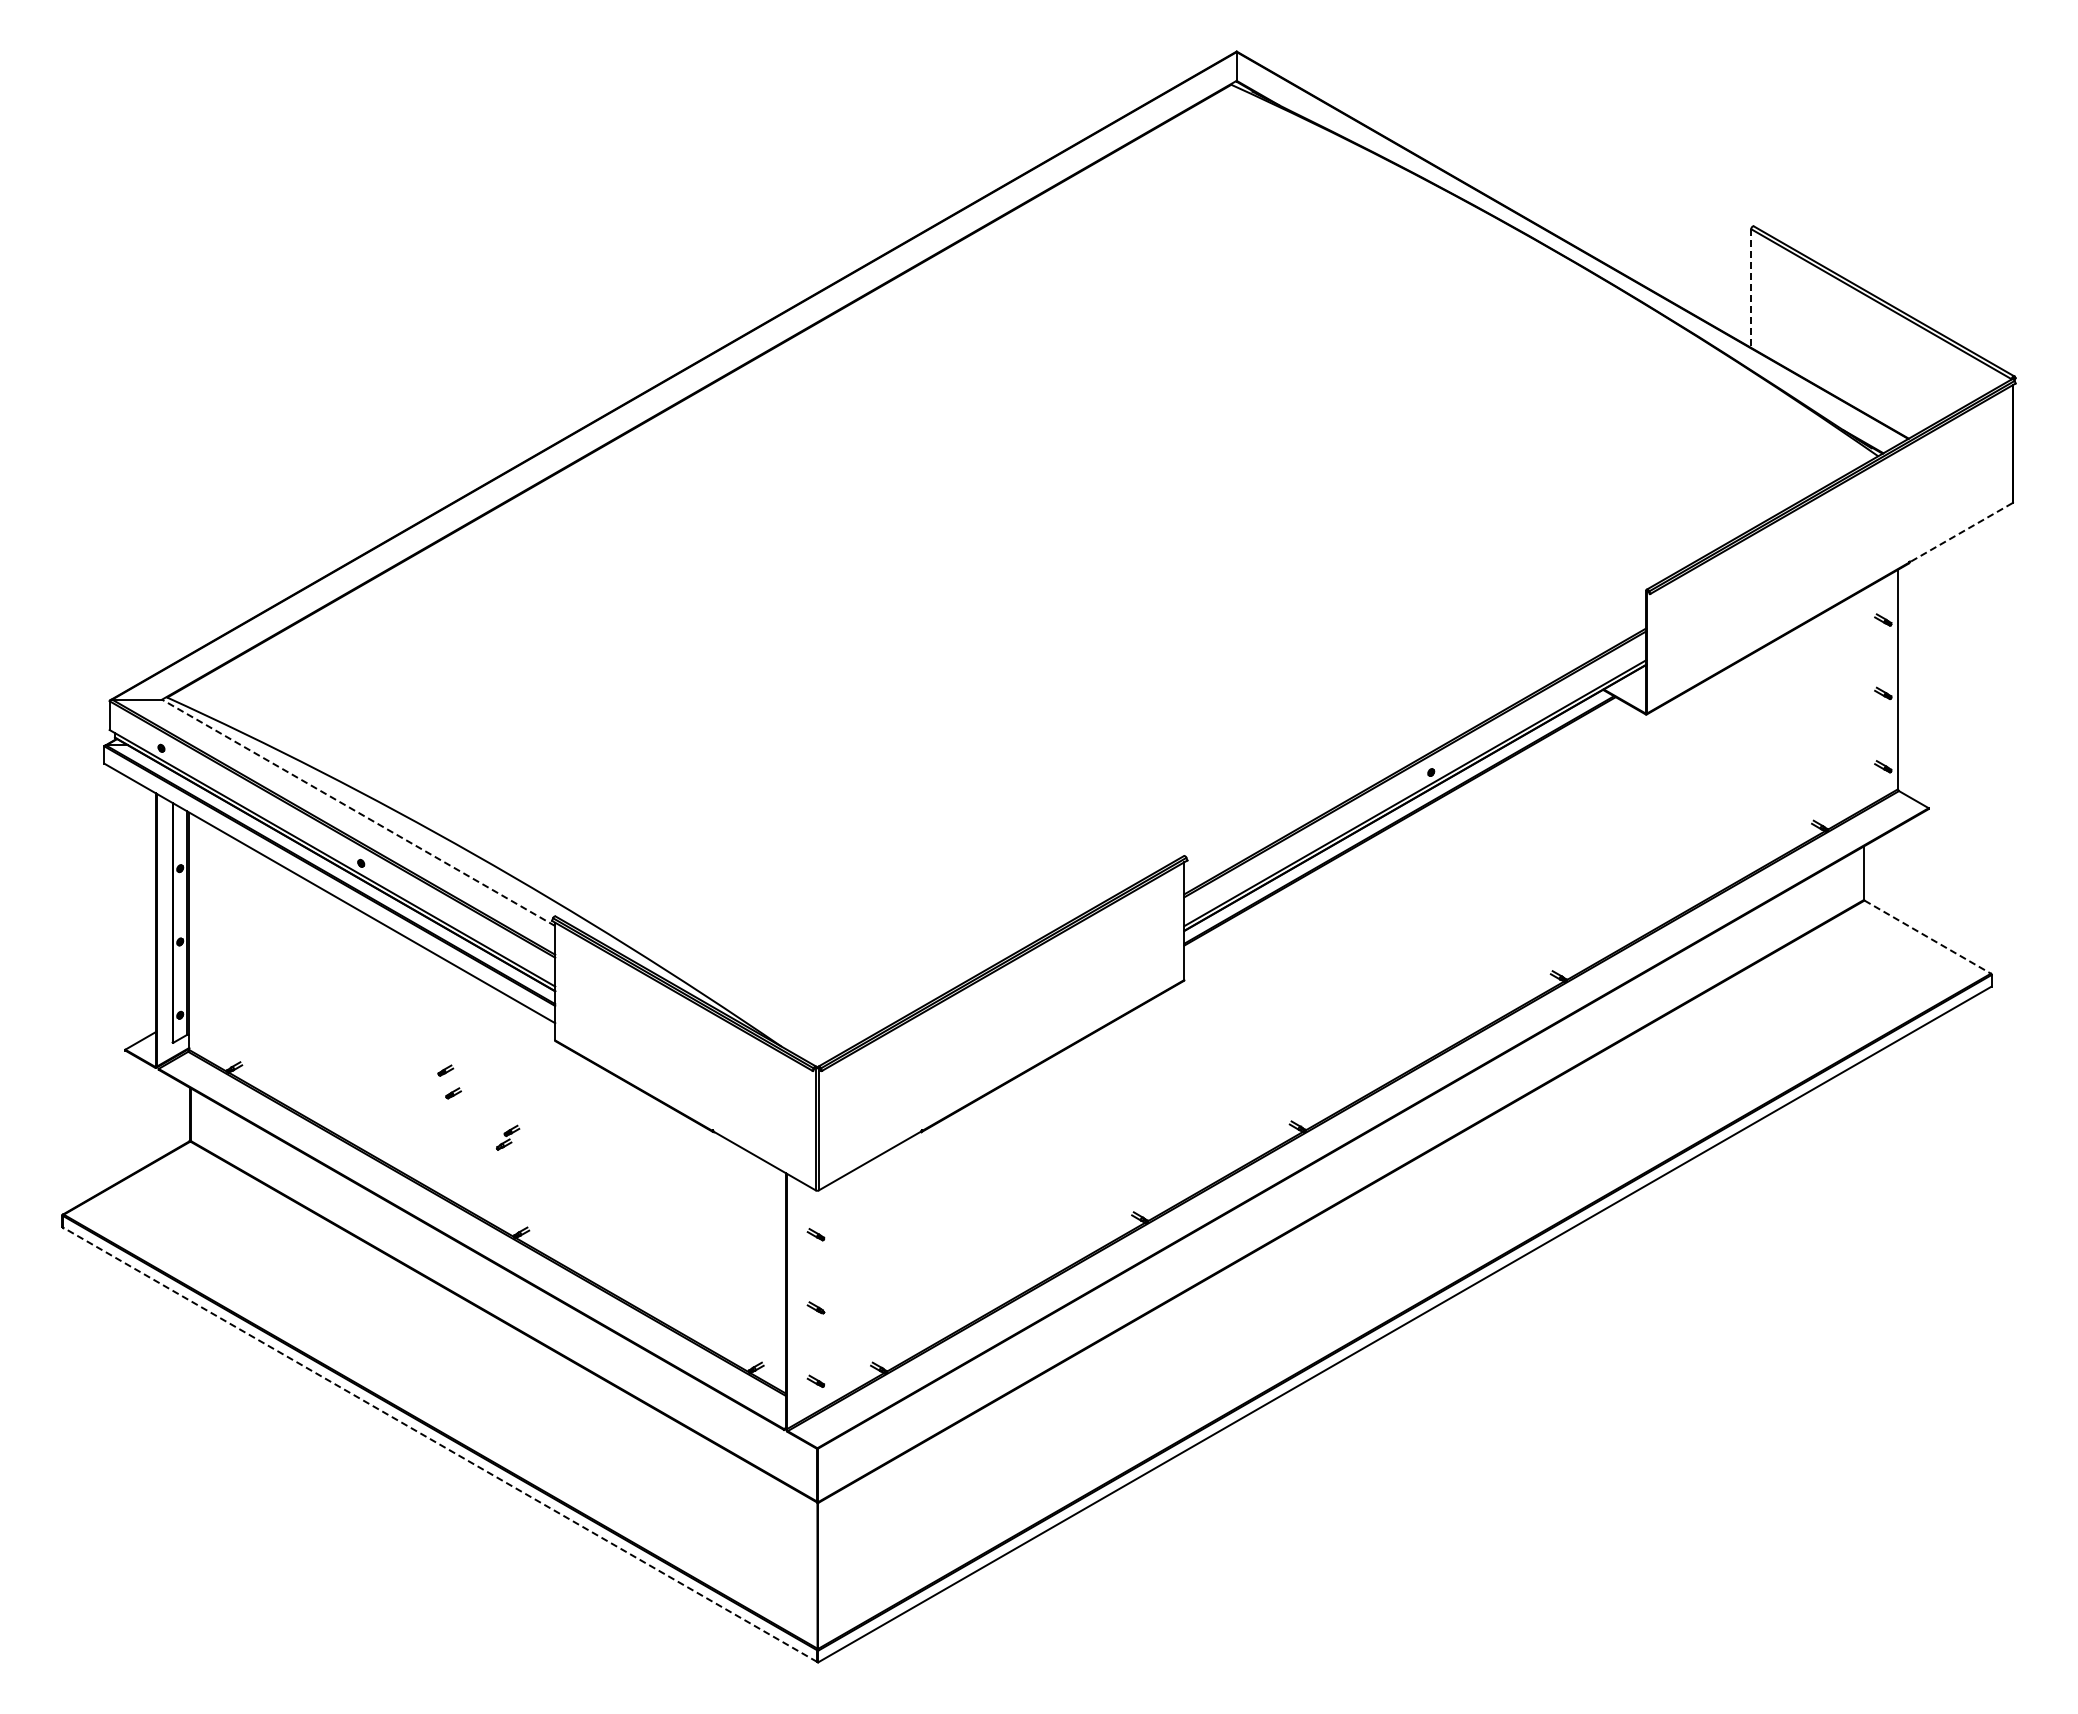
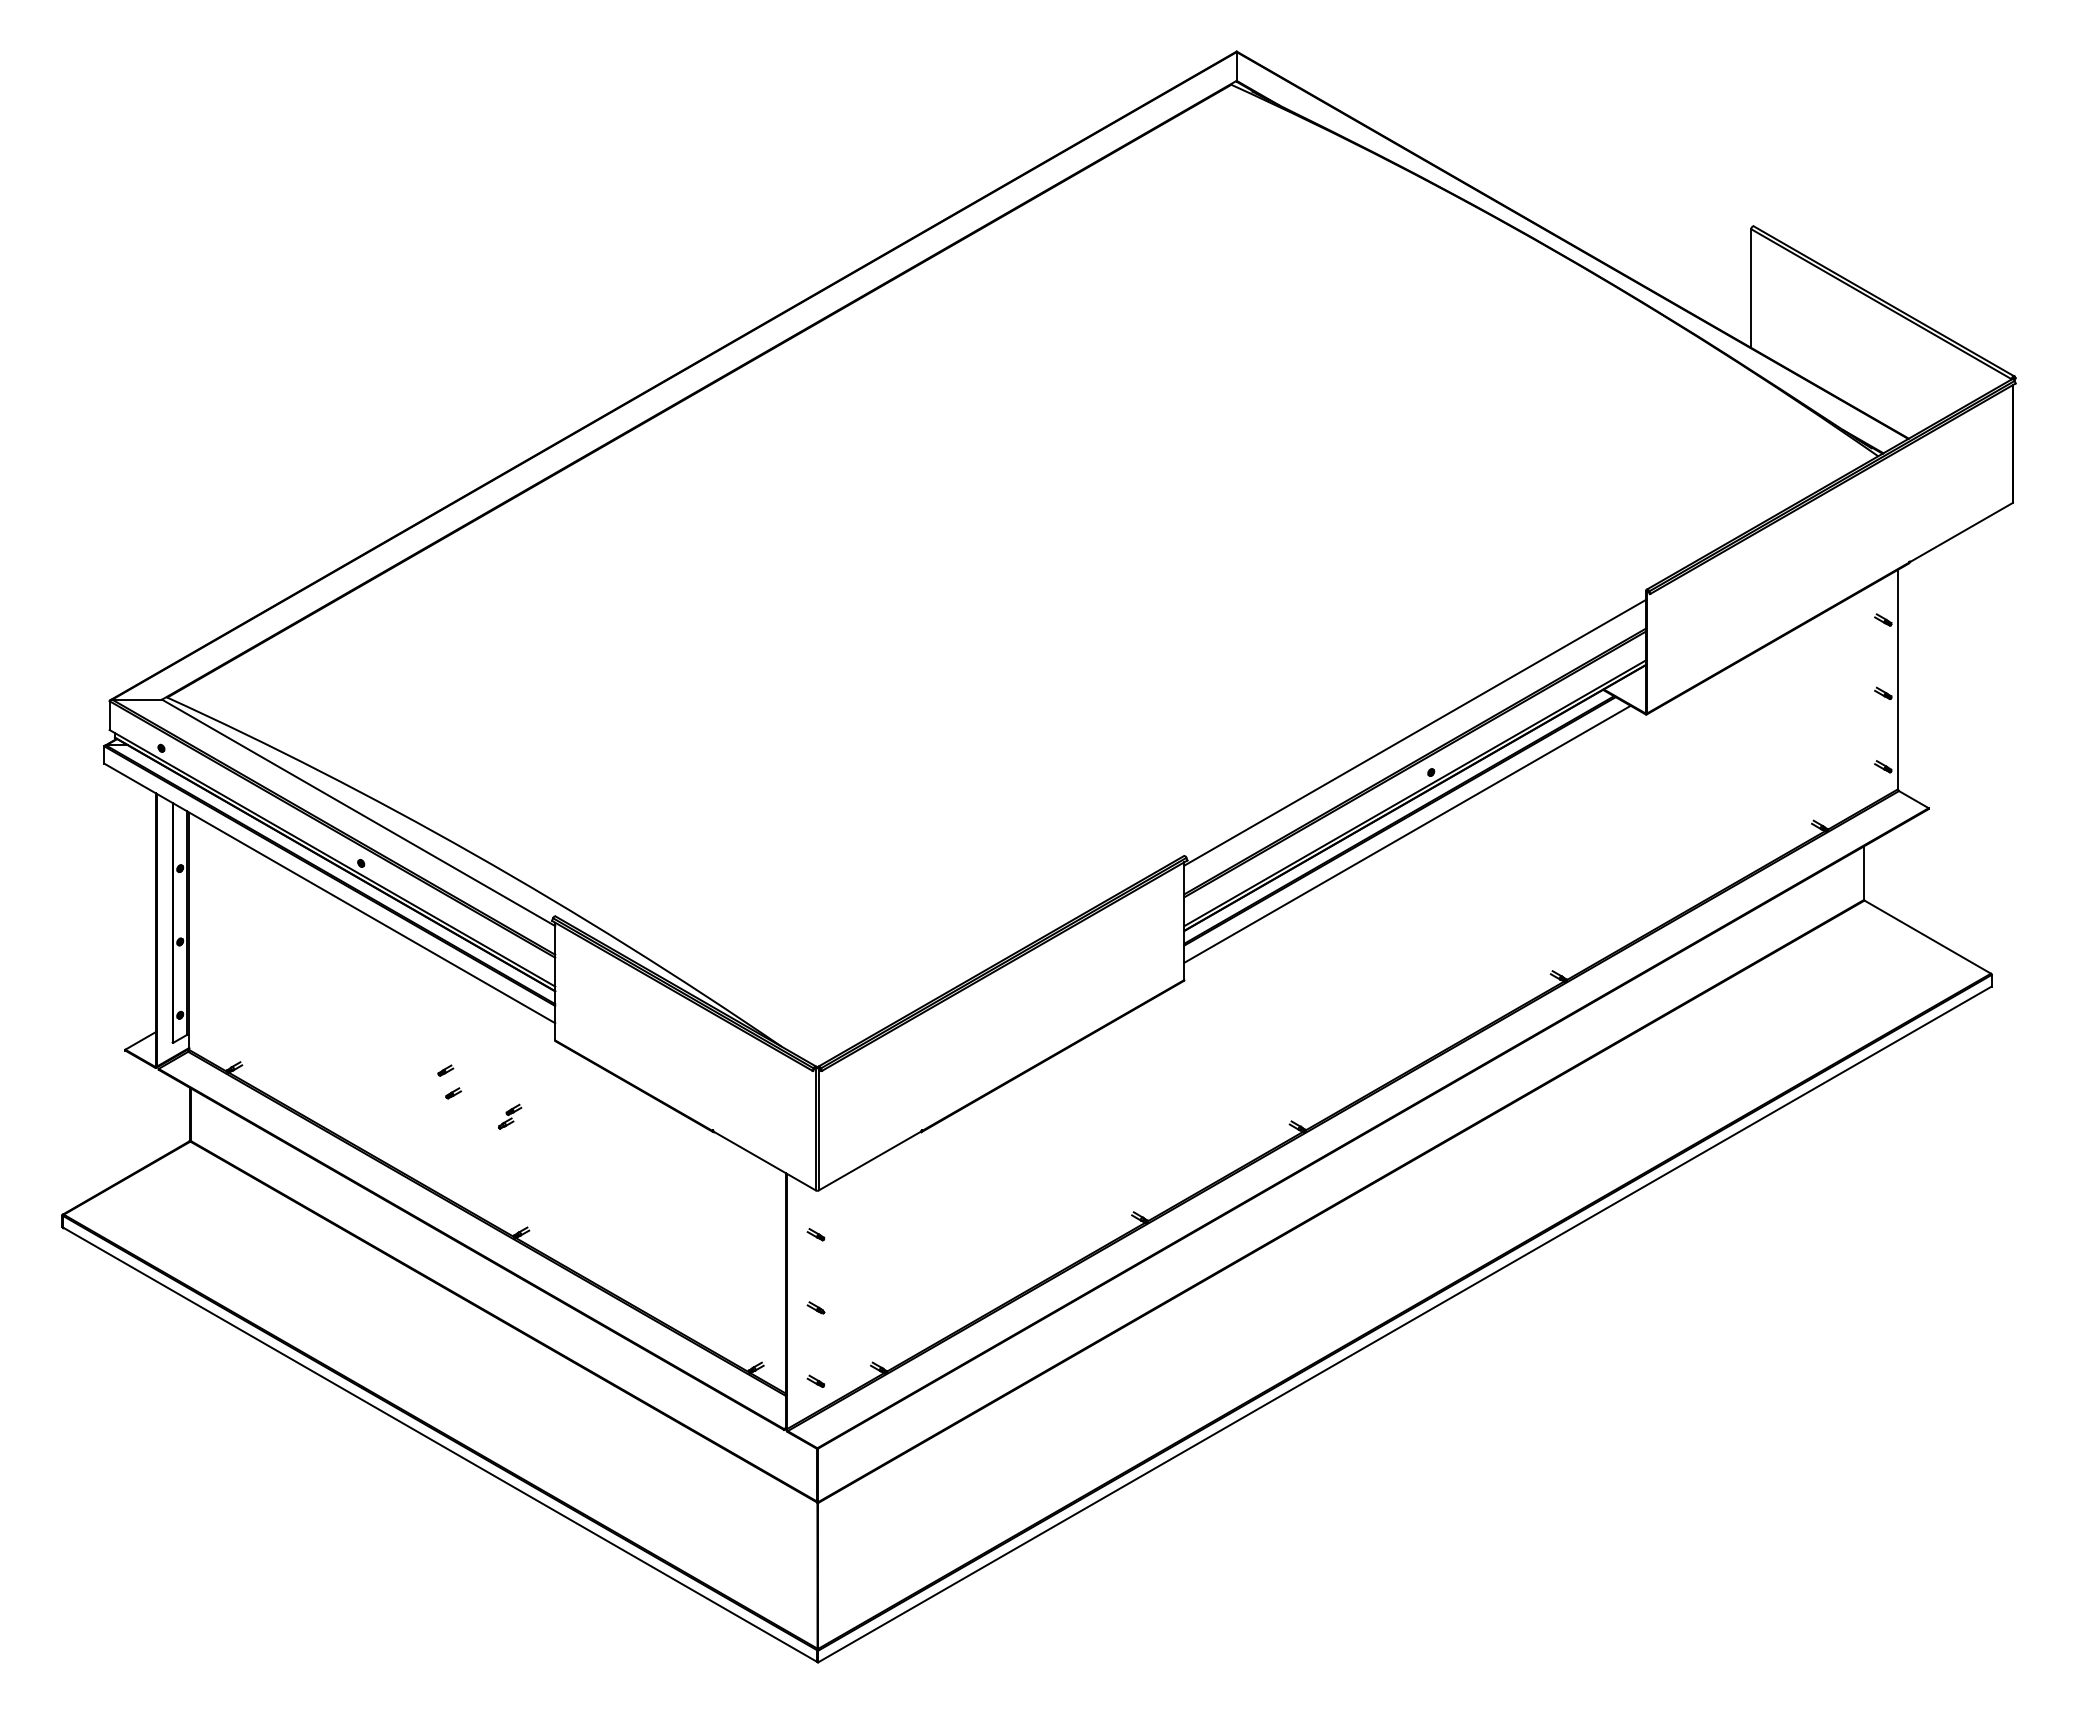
line at (1751, 289): dashed -> solid
line at (1960, 532): dashed -> solid
line at (1415, 732): none -> present
line at (358, 812): dashed -> solid
line at (1407, 833): none -> present
line at (1928, 937): dashed -> solid
part at (508, 1137) position: (508, 1137) -> (510, 1116)
line at (439, 1444): dashed -> solid
